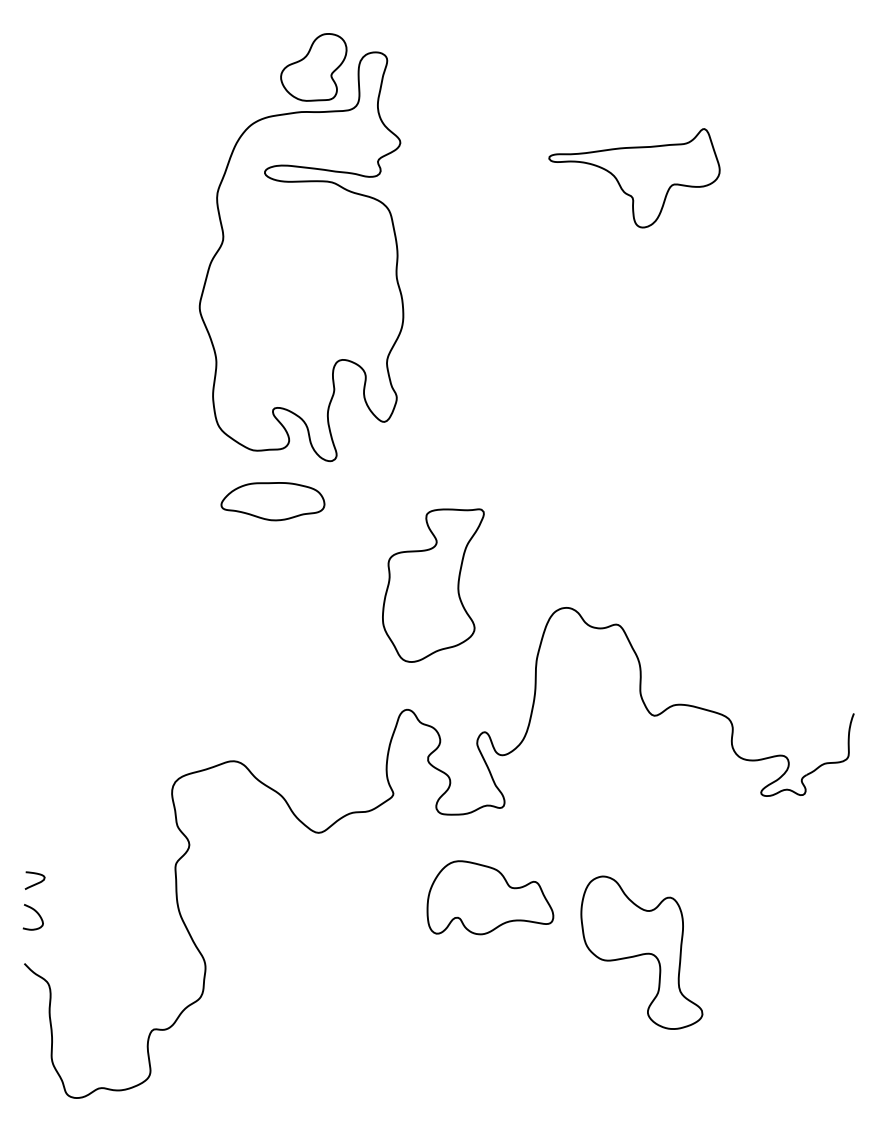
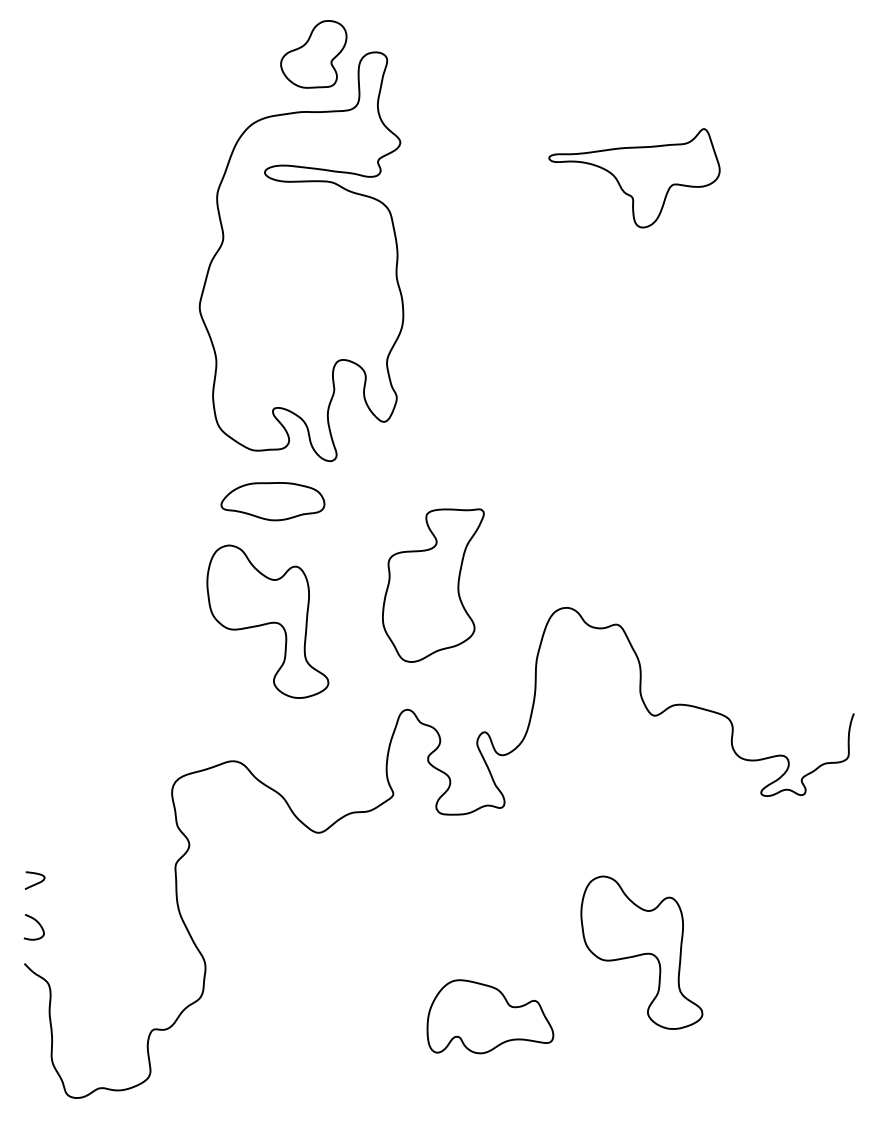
part at (313, 67) position: (313, 67) -> (313, 54)
part at (267, 621): none -> present
part at (490, 897) position: (490, 897) -> (490, 1016)
curve at (36, 913) position: (36, 913) -> (37, 923)
